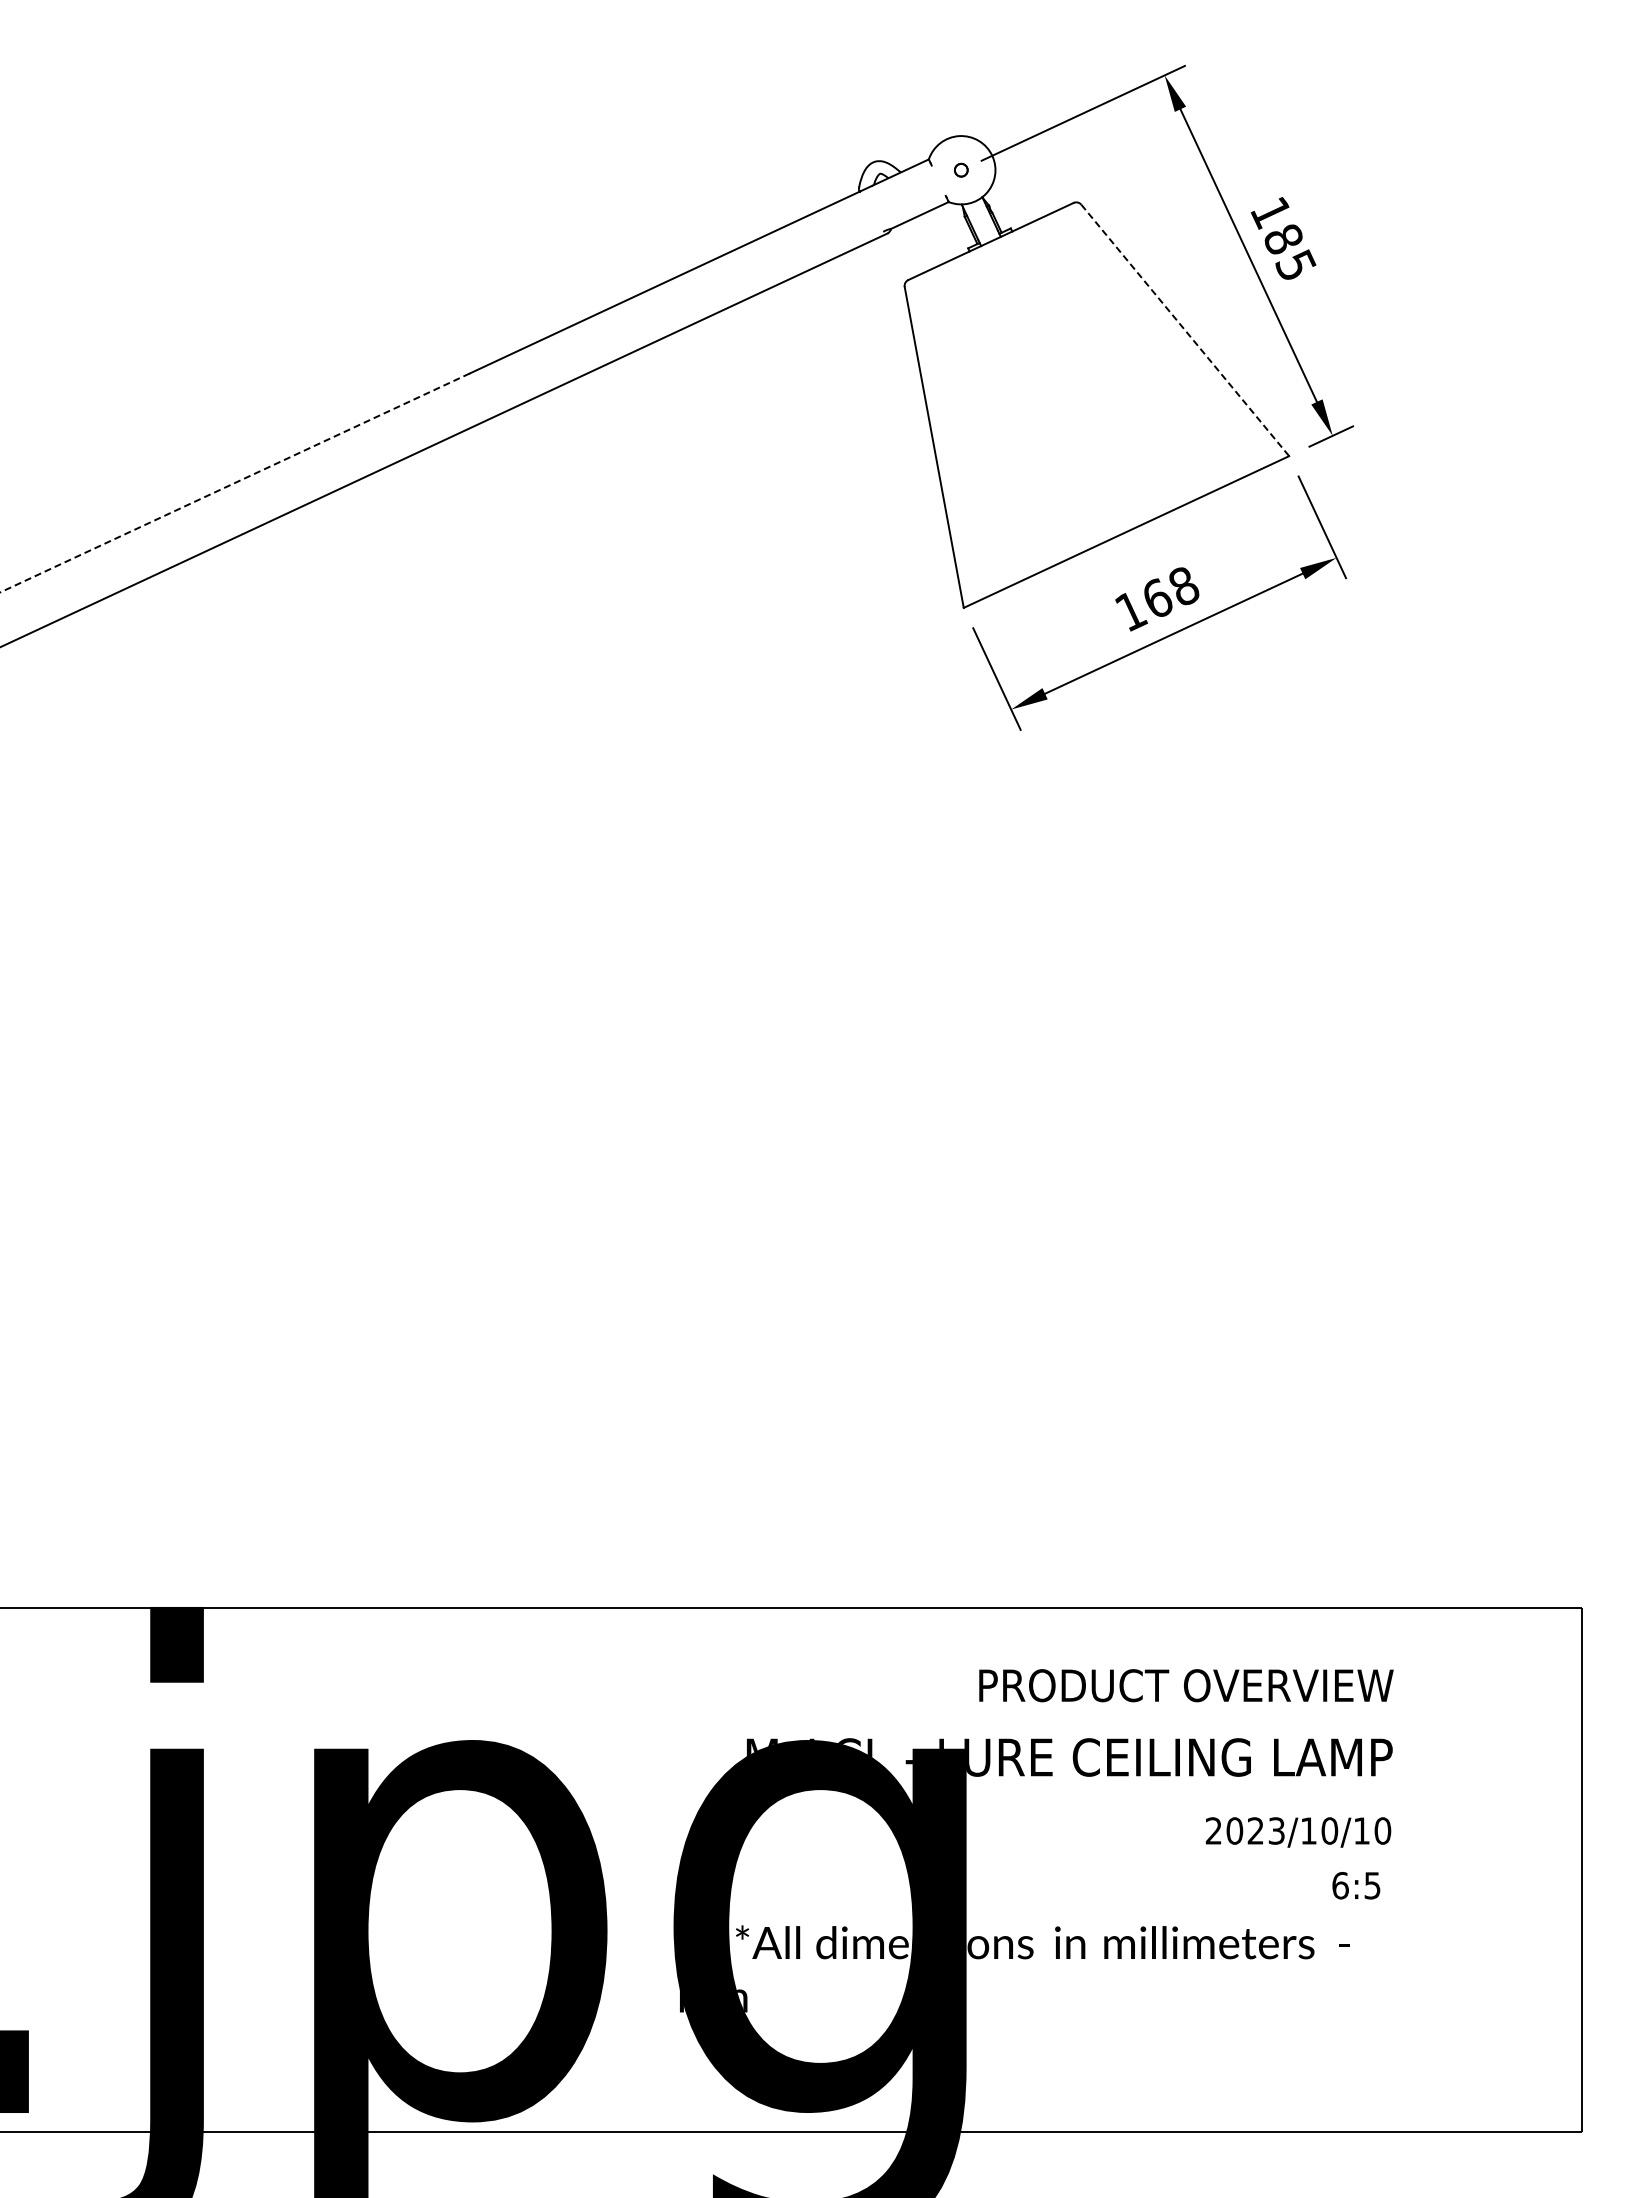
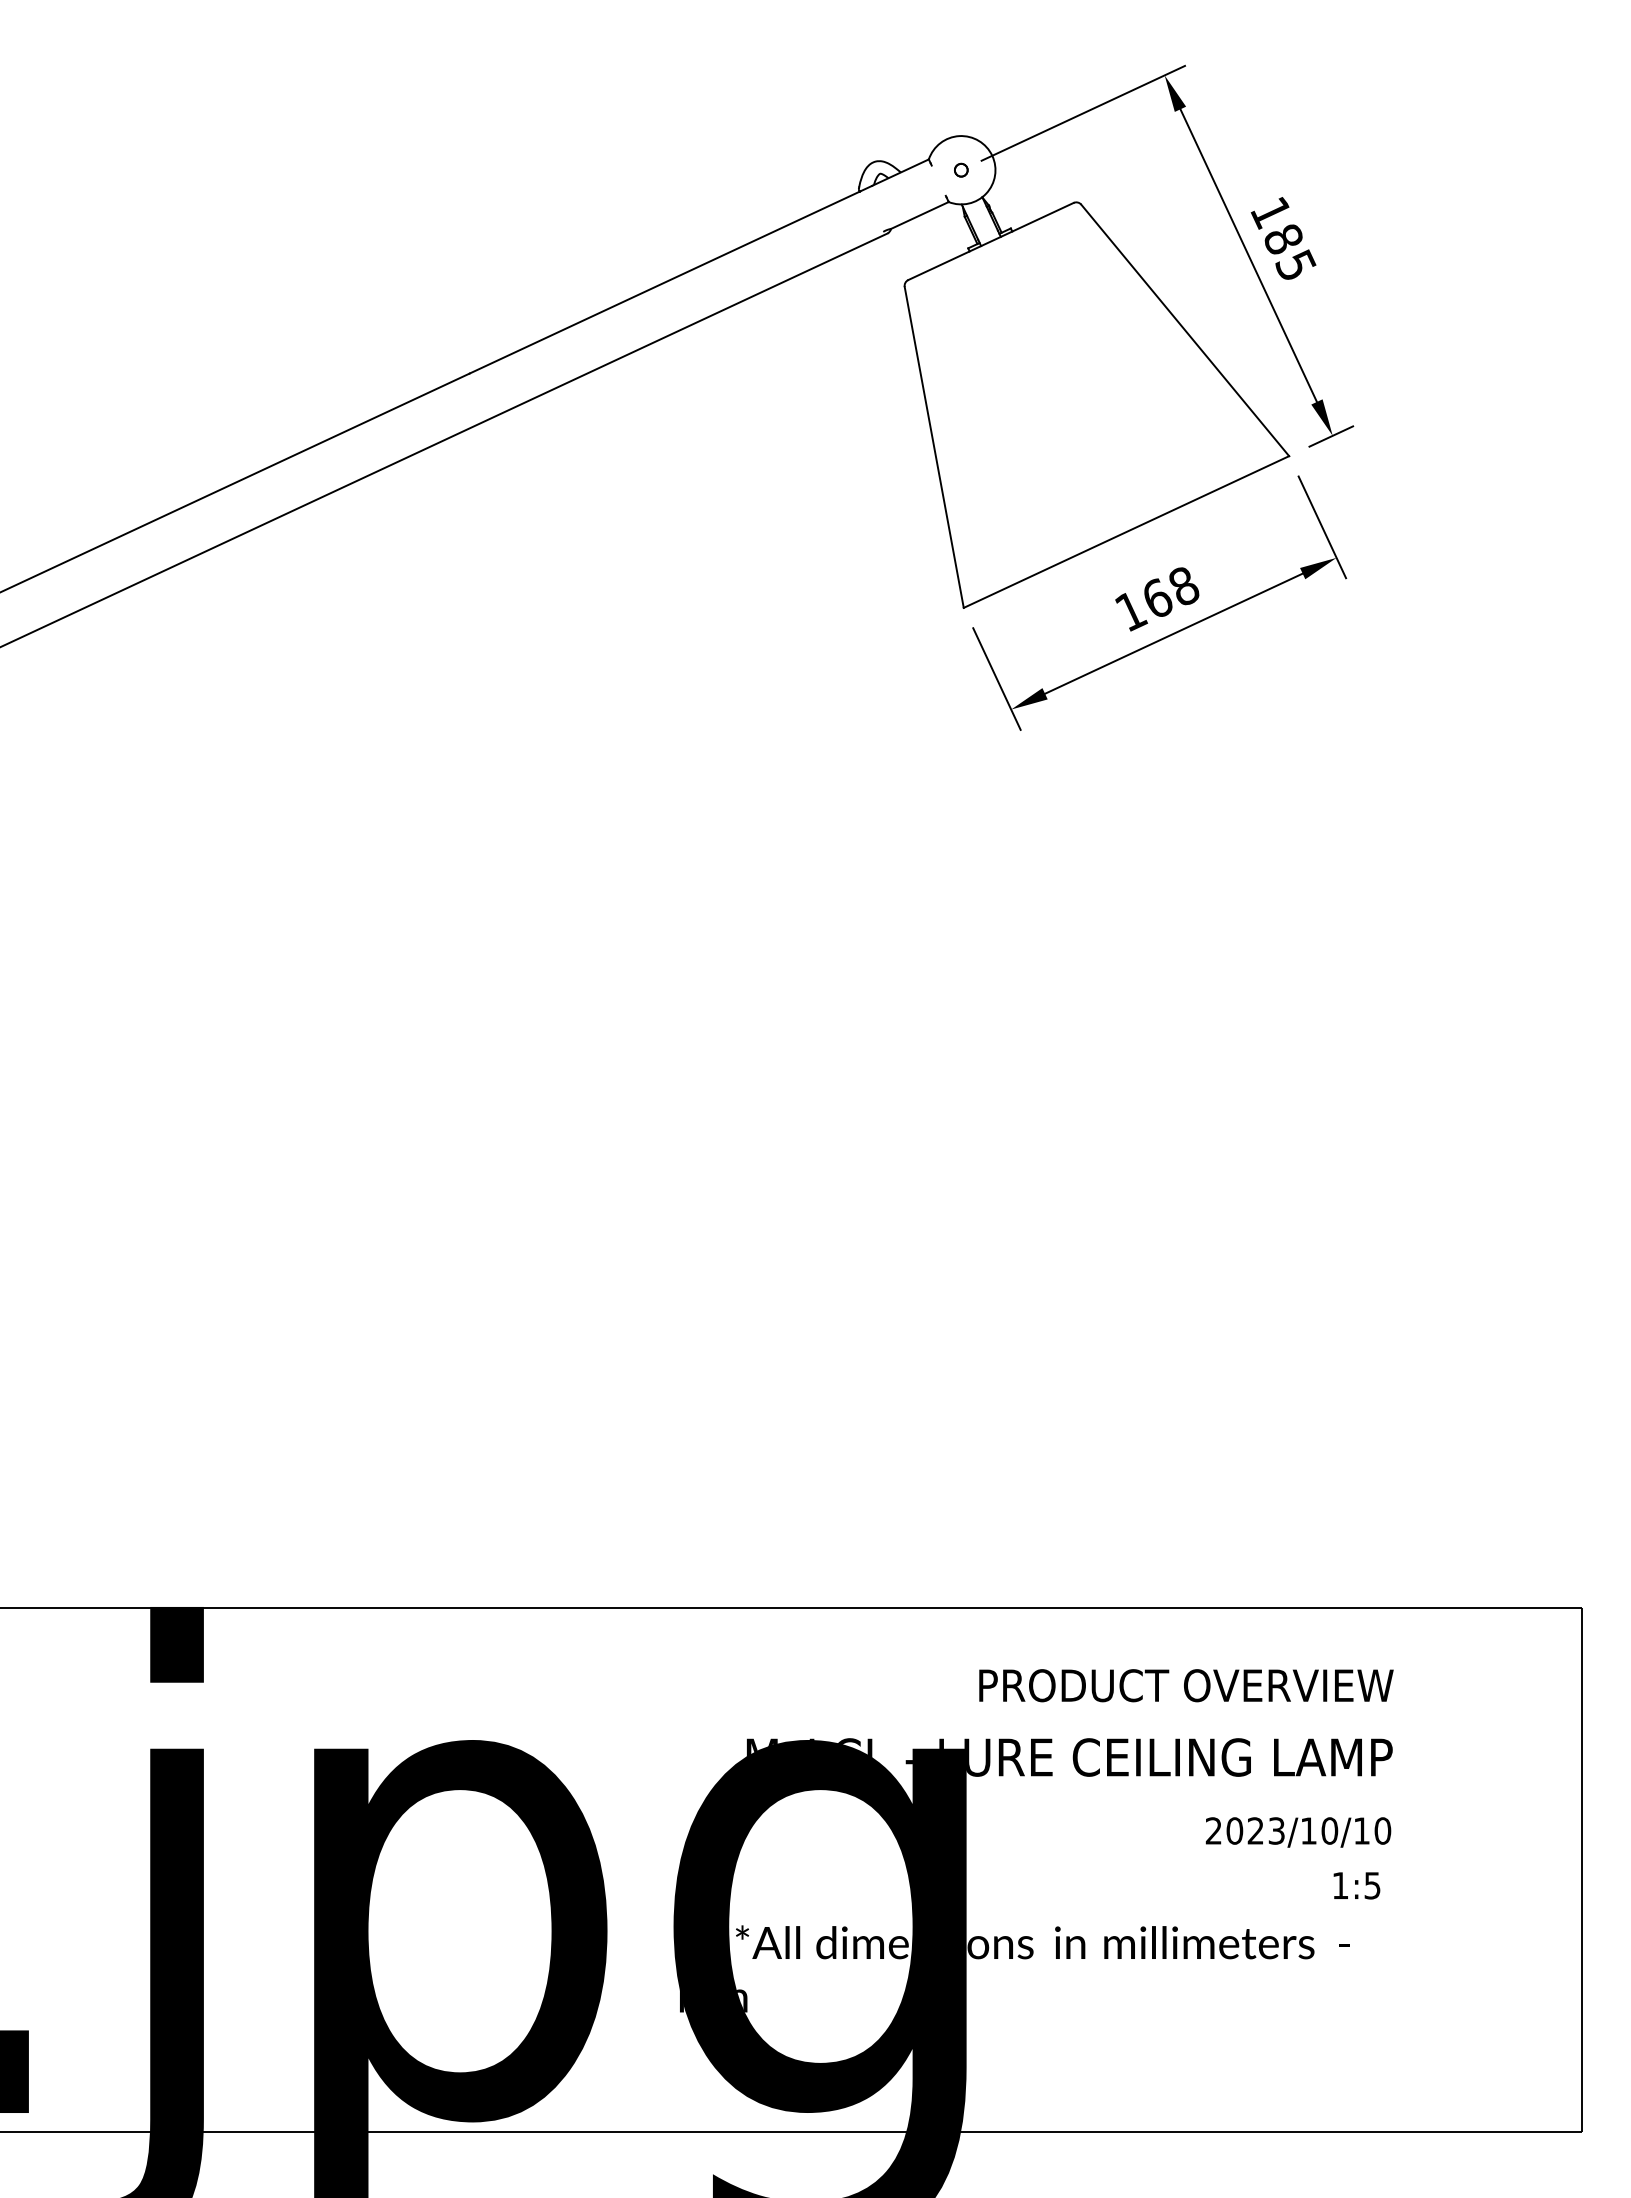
line at (1185, 330): dashed -> solid
line at (234, 483): dashed -> solid
text at (1340, 1885): 6:5 -> 1:5
